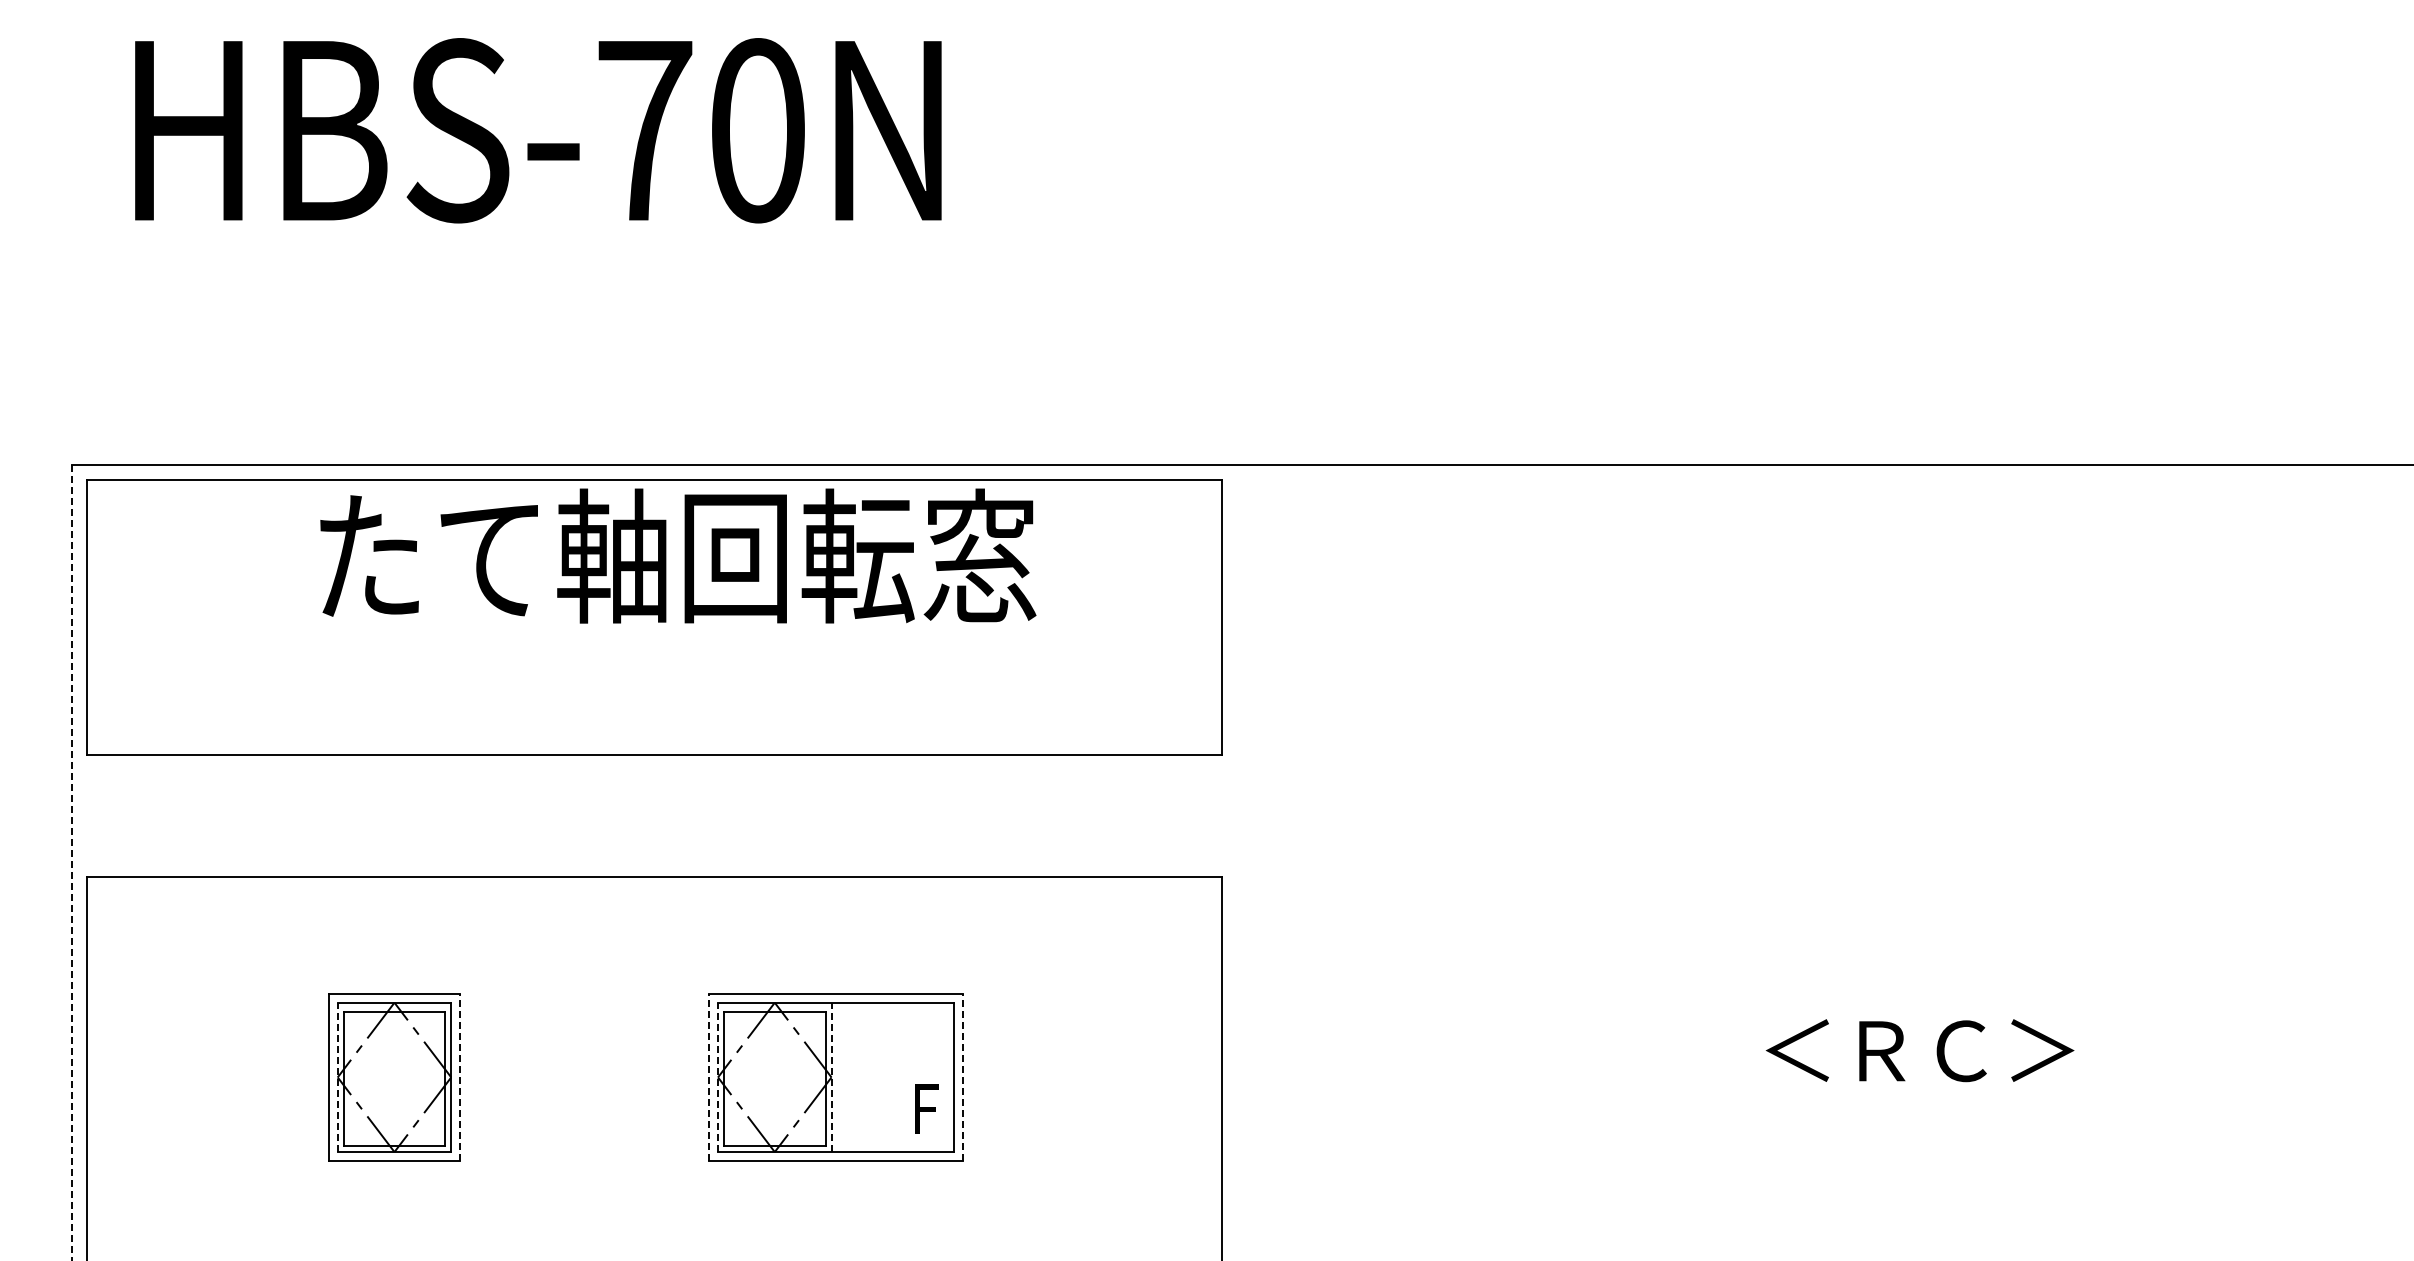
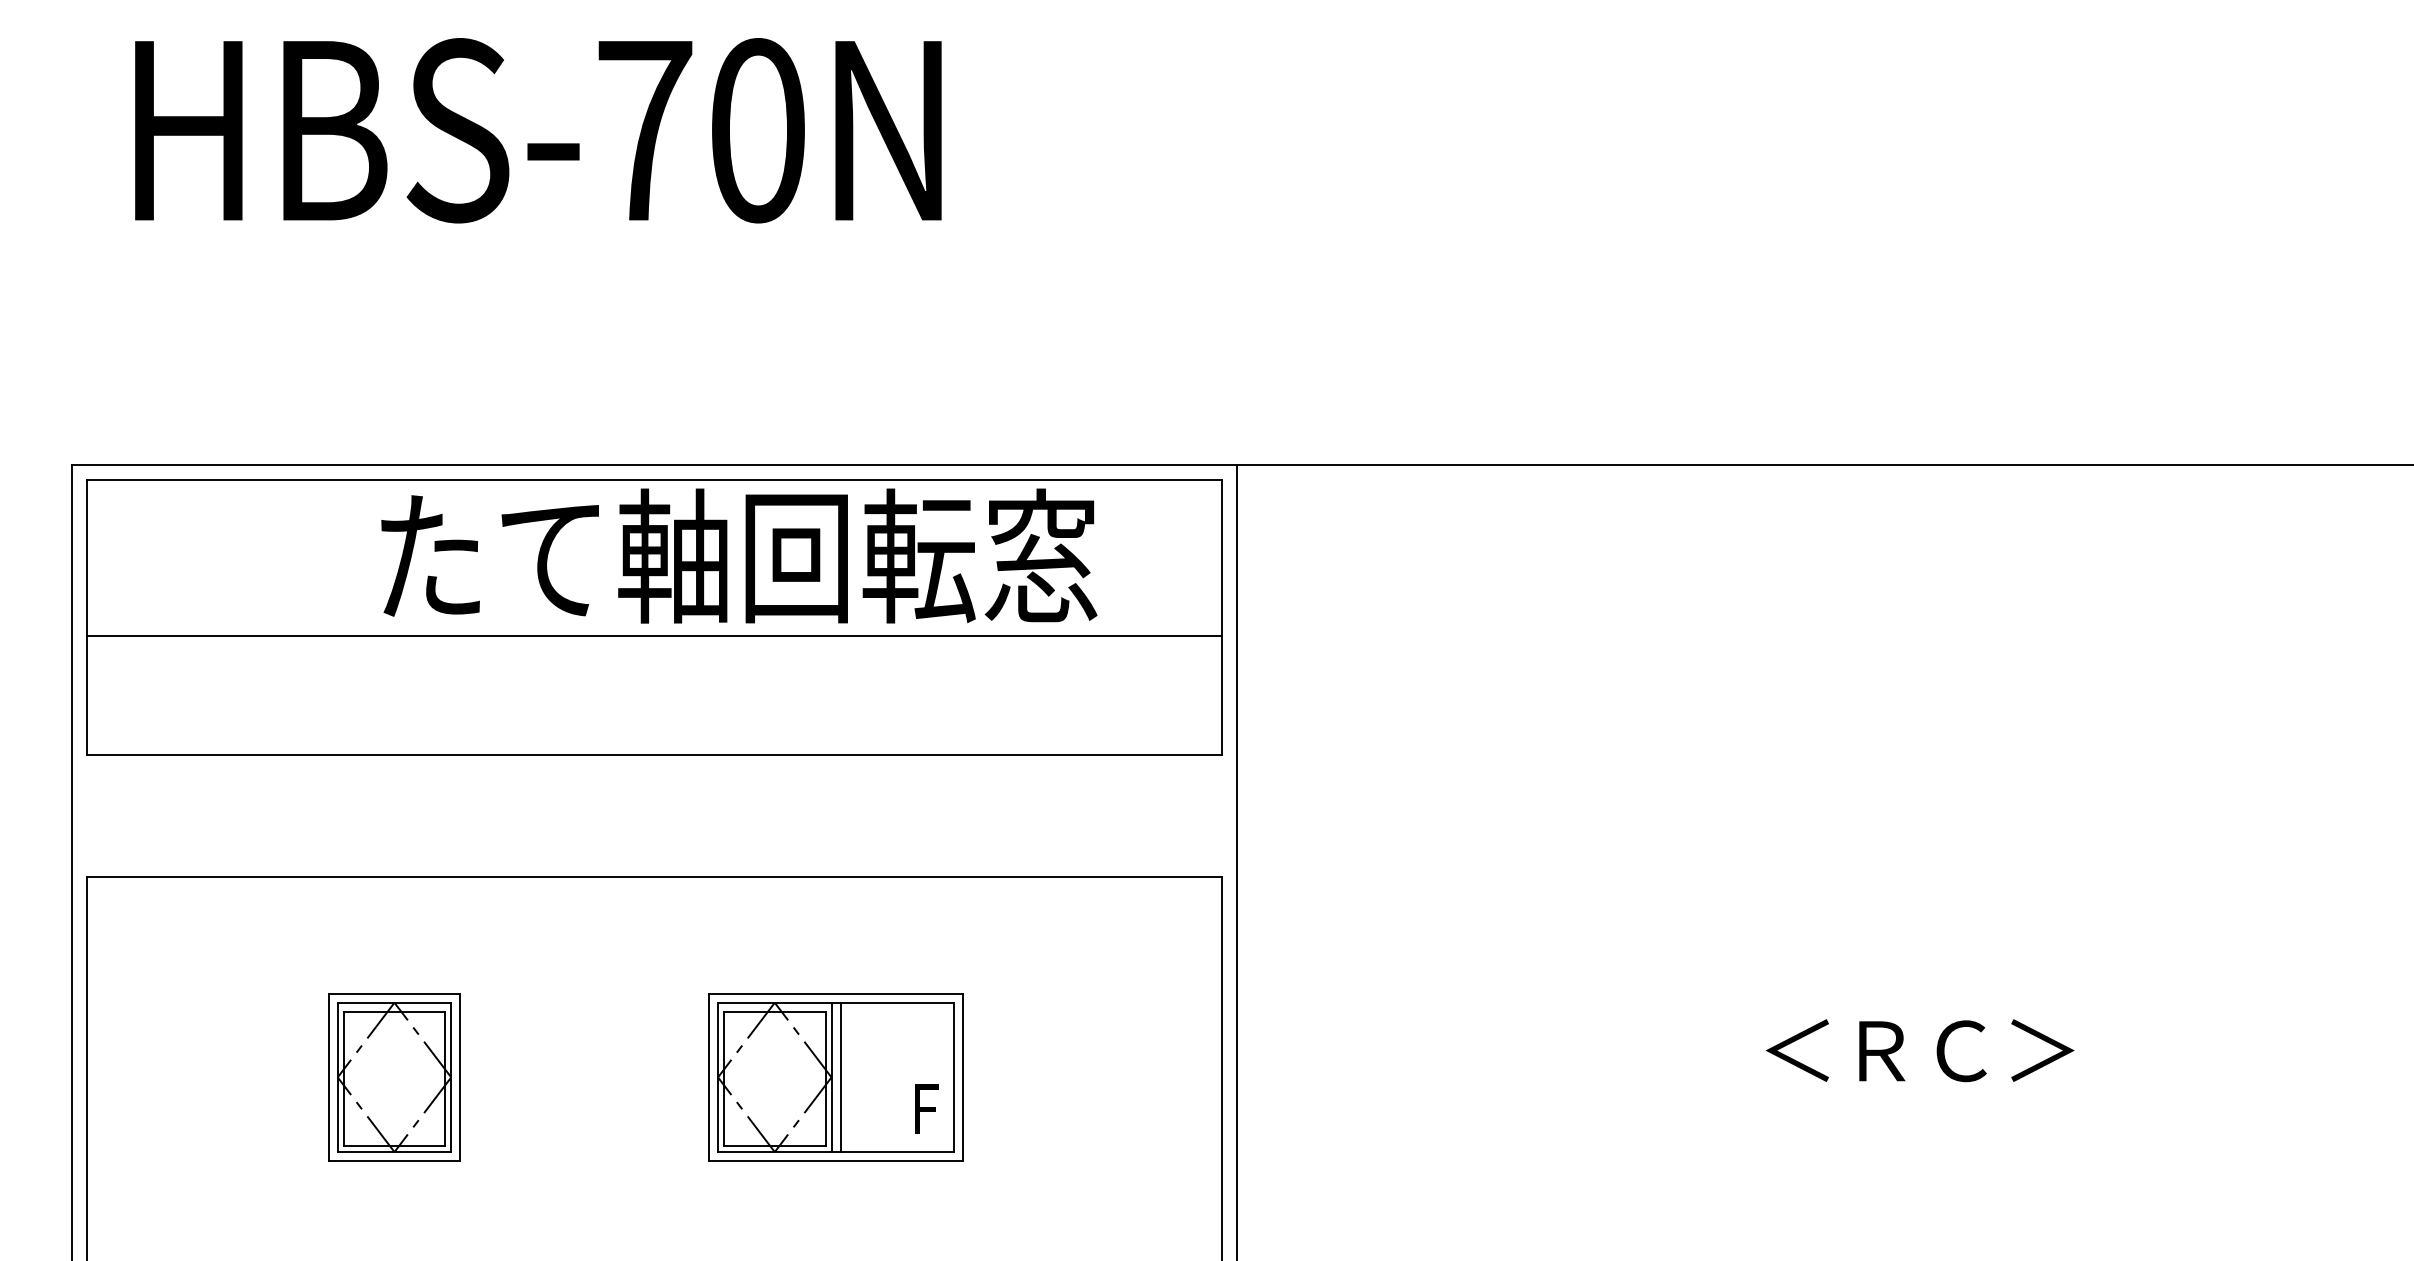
text at (678, 555) position: (678, 555) -> (739, 555)
line at (654, 635): none -> present
line at (1237, 861): none -> present
line at (72, 863): dashed -> solid
line at (337, 1077): dashed -> solid
line at (460, 1077): dashed -> solid
line at (709, 1077): dashed -> solid
line at (718, 1077): dashed -> solid
line at (831, 1077): dashed -> solid
line at (840, 1077): none -> present
line at (962, 1077): dashed -> solid
